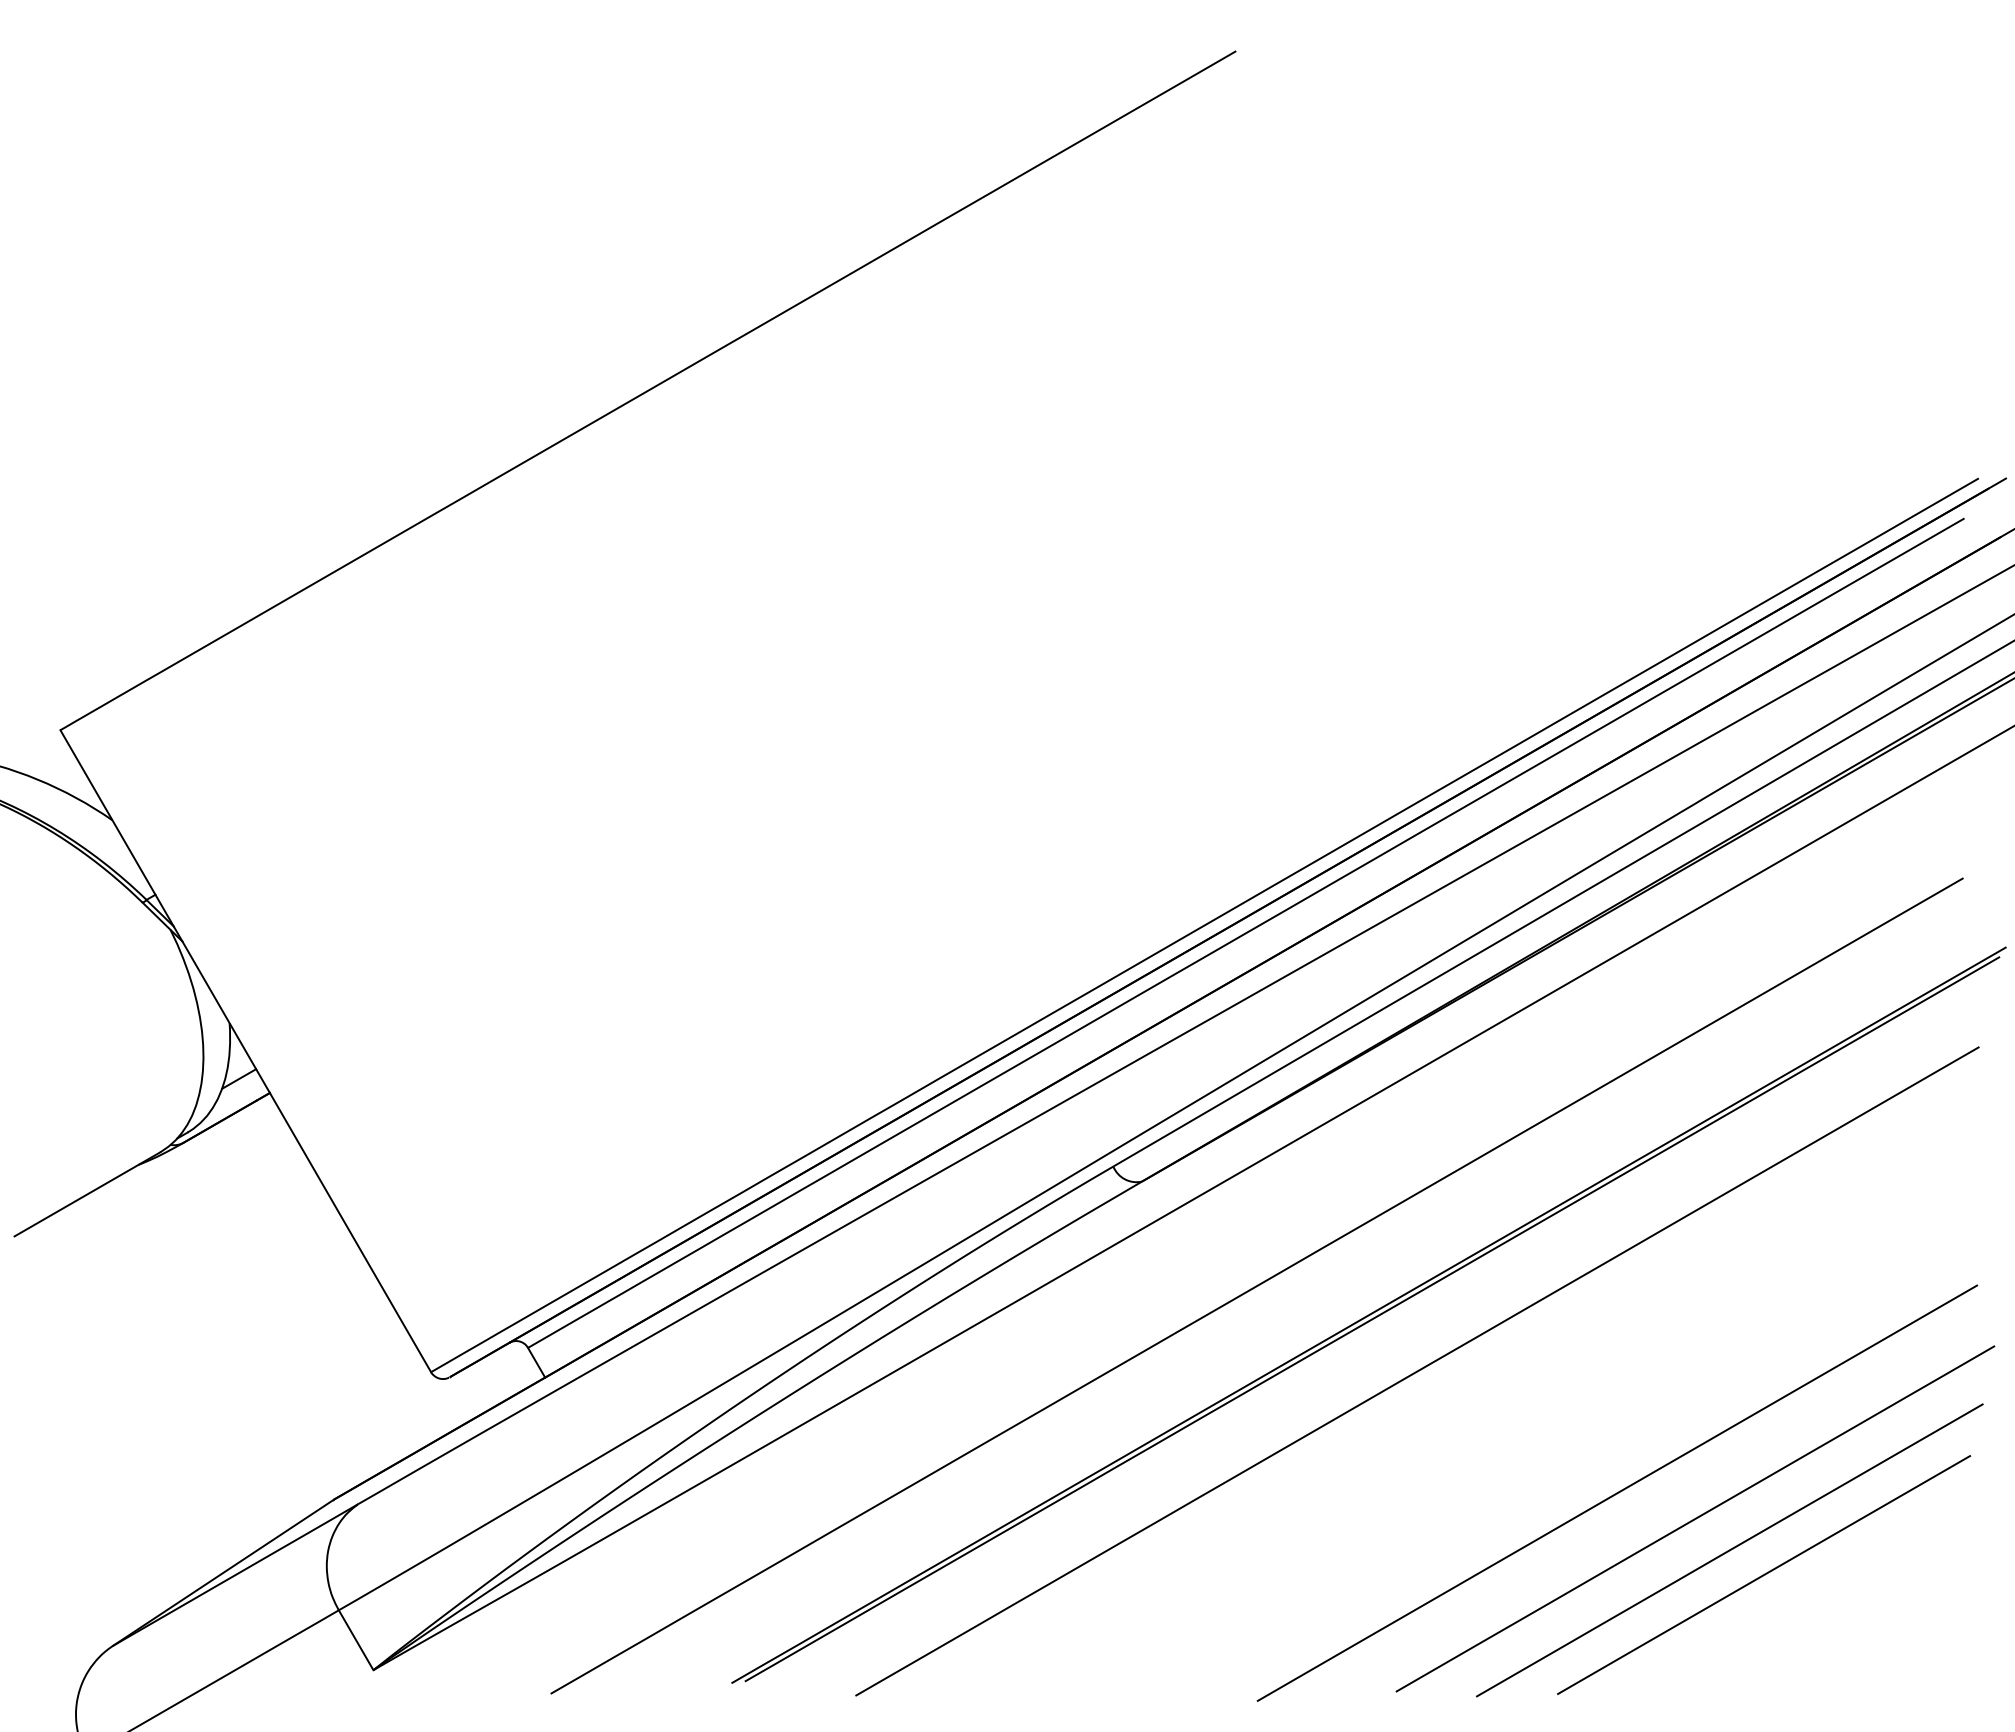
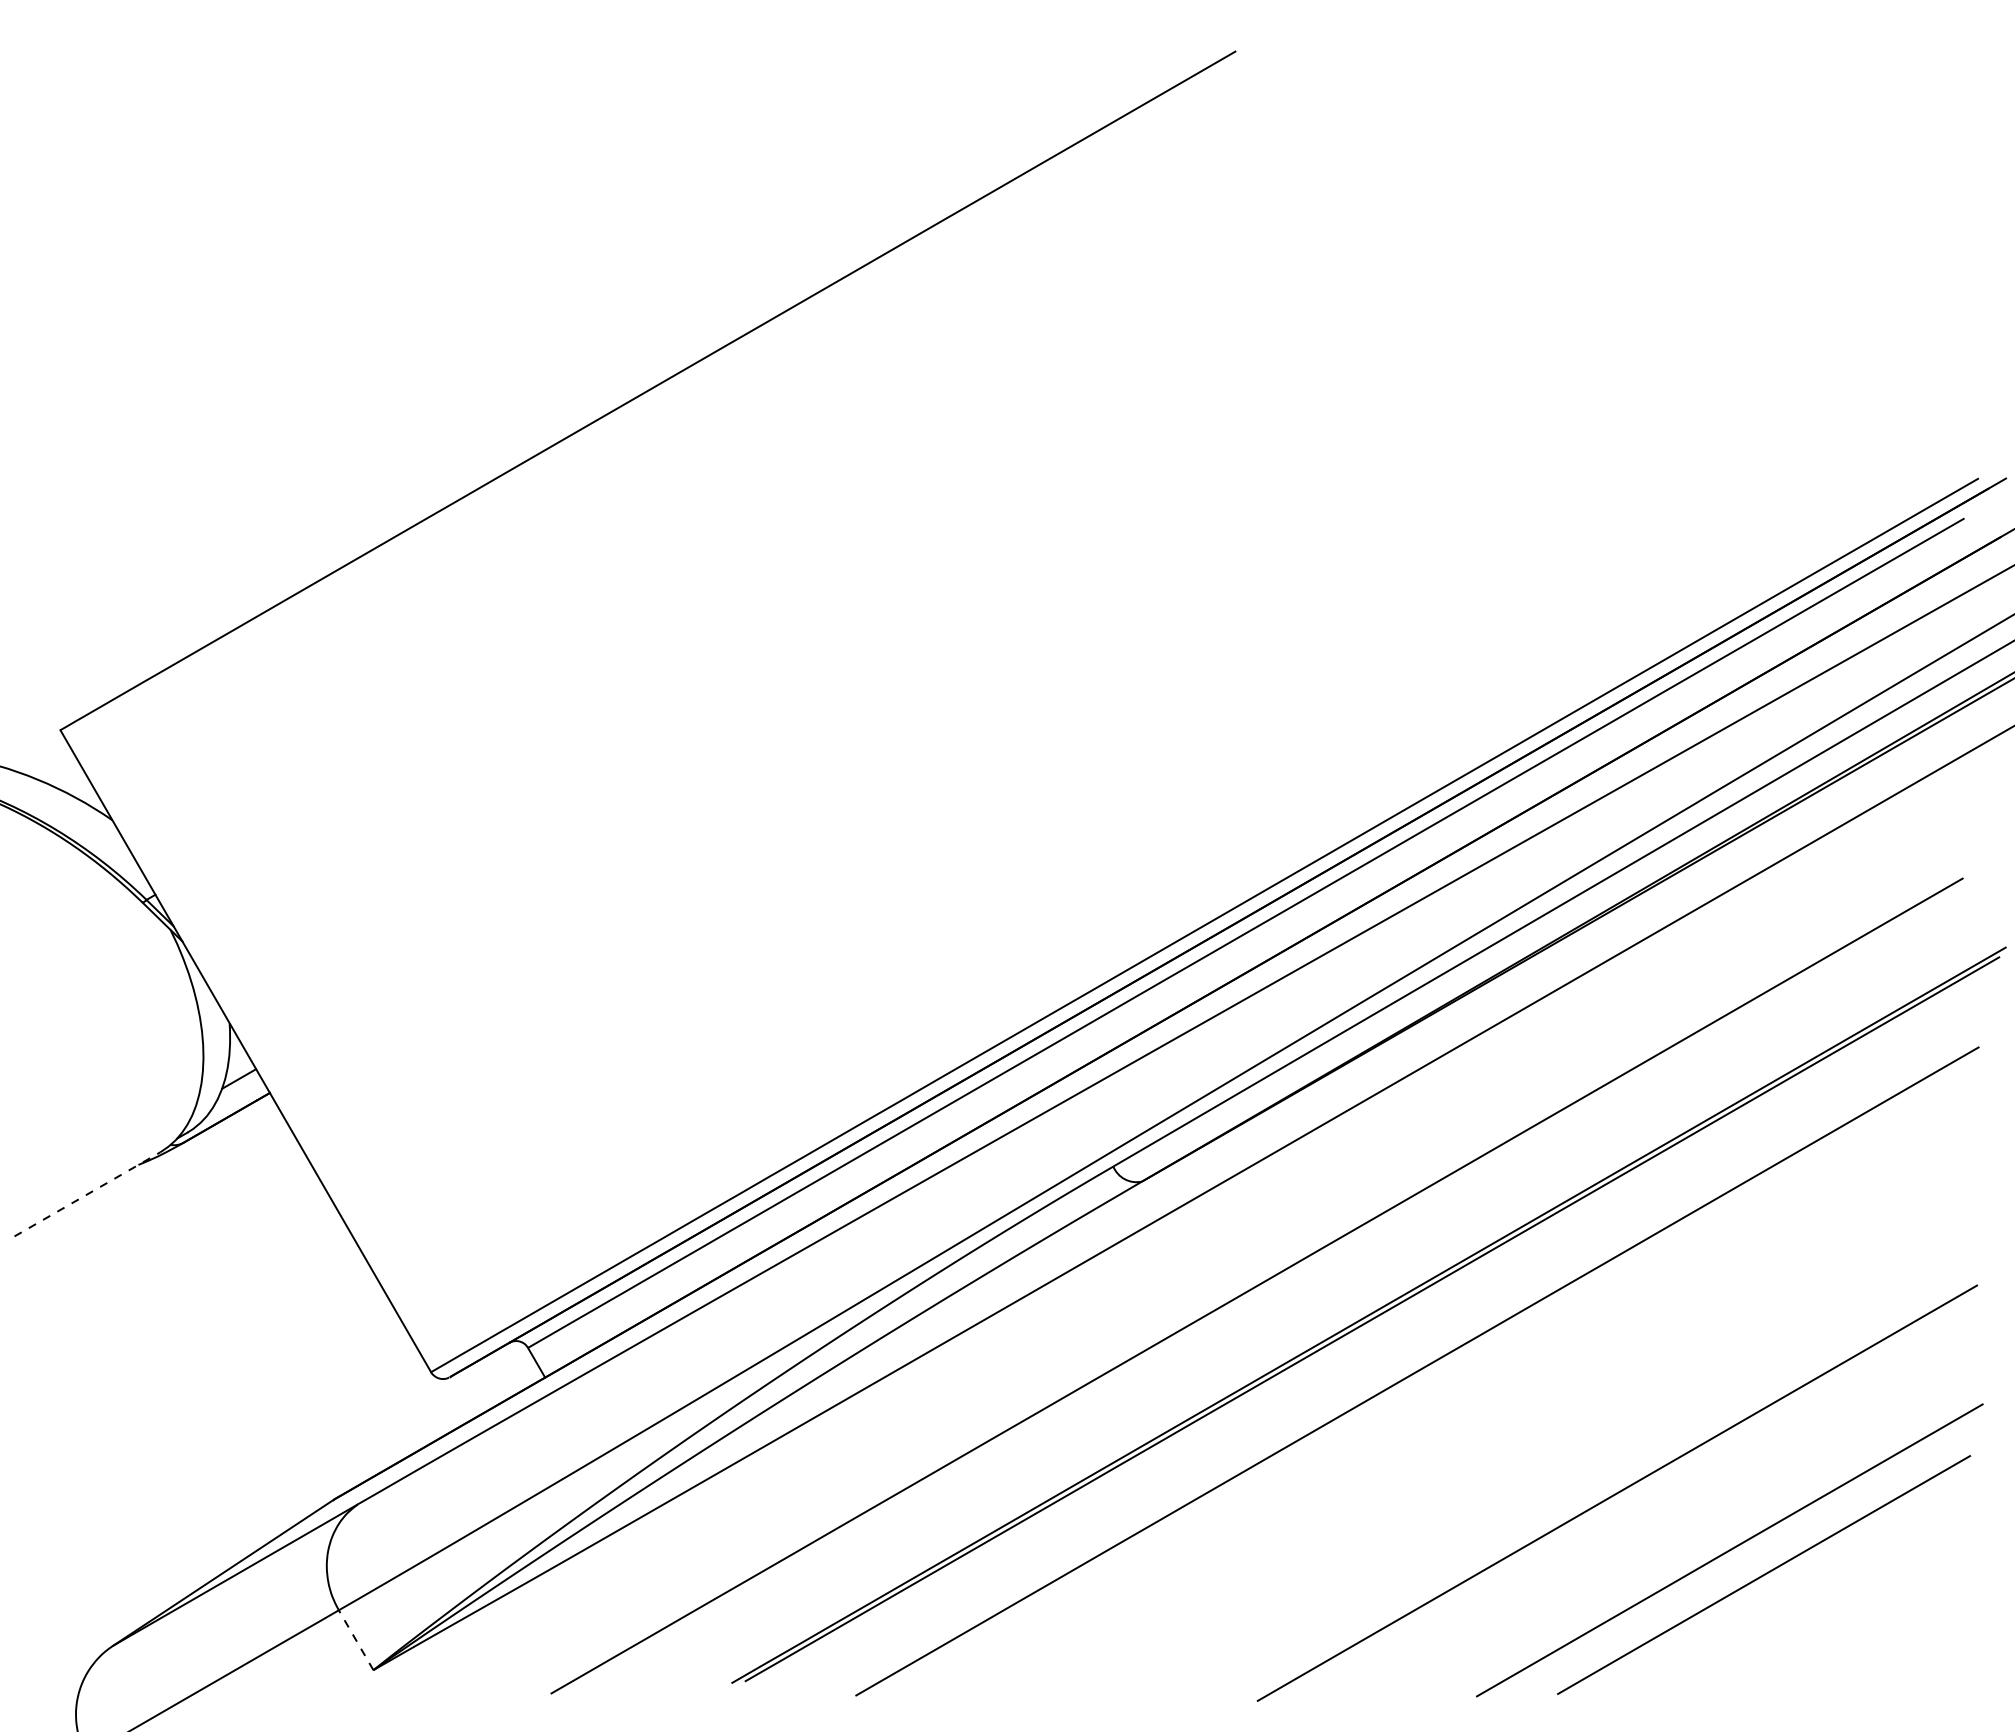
line at (87, 1194): solid -> dashed
line at (1695, 1518): present -> none
line at (356, 1640): solid -> dashed
